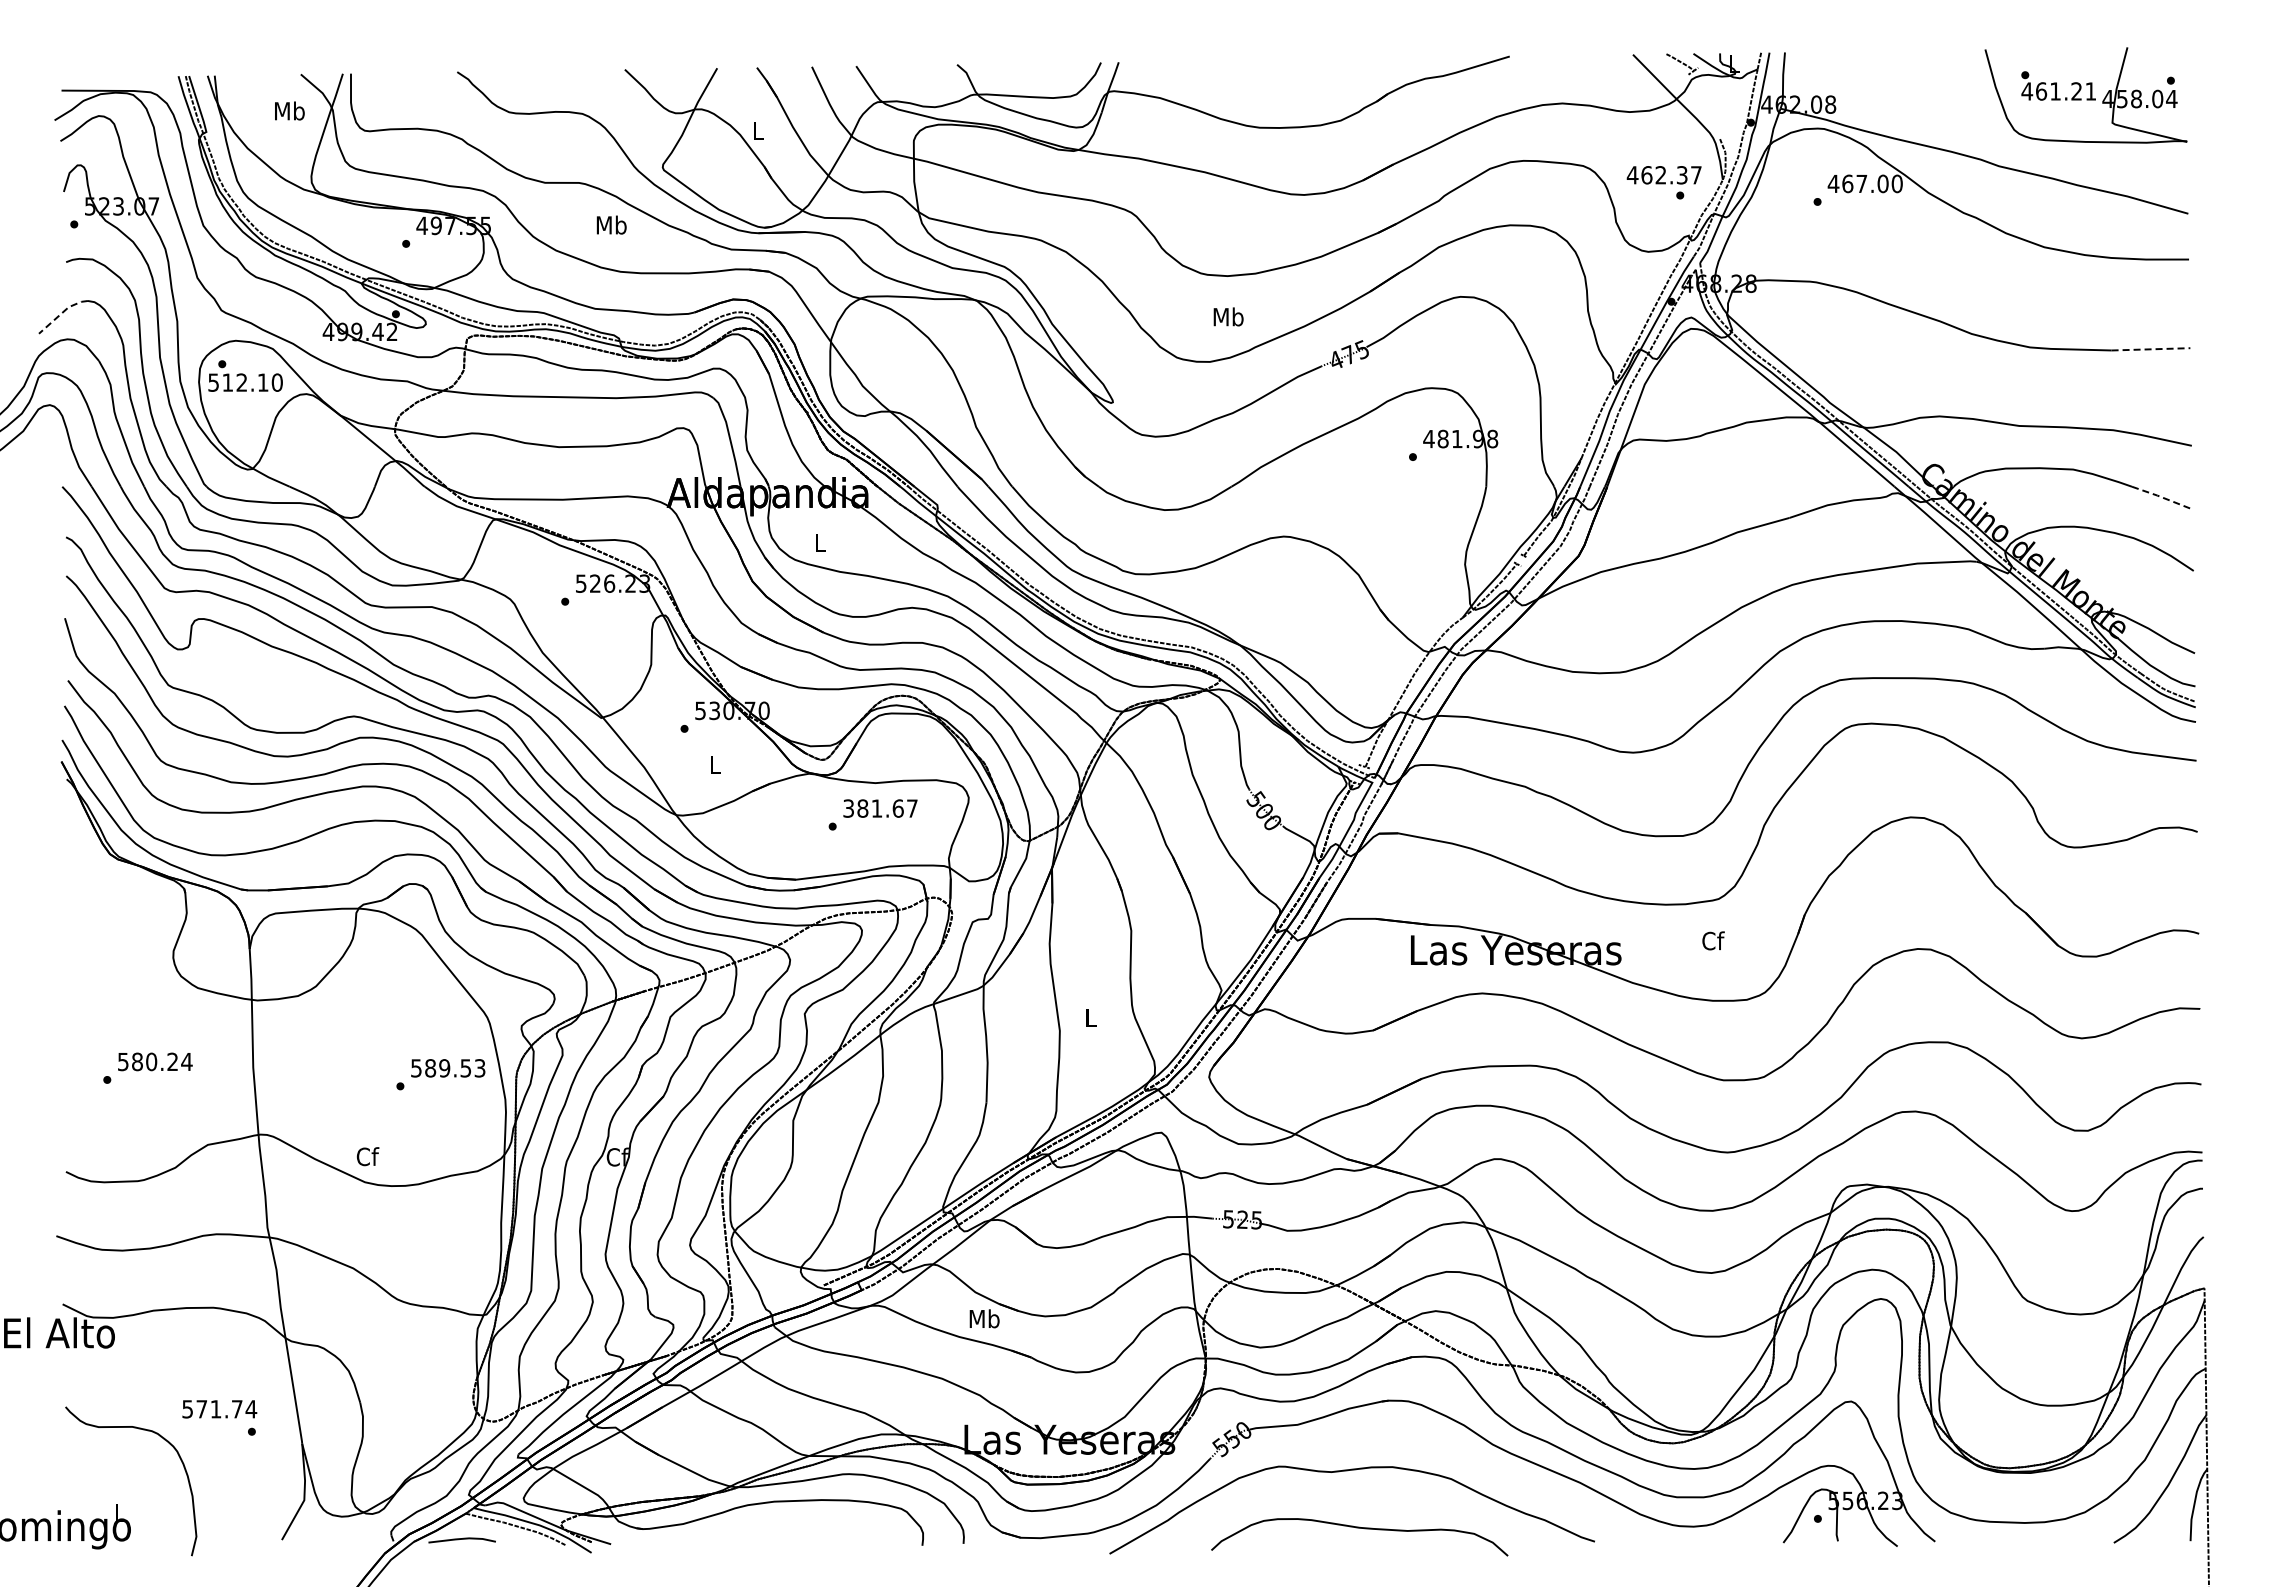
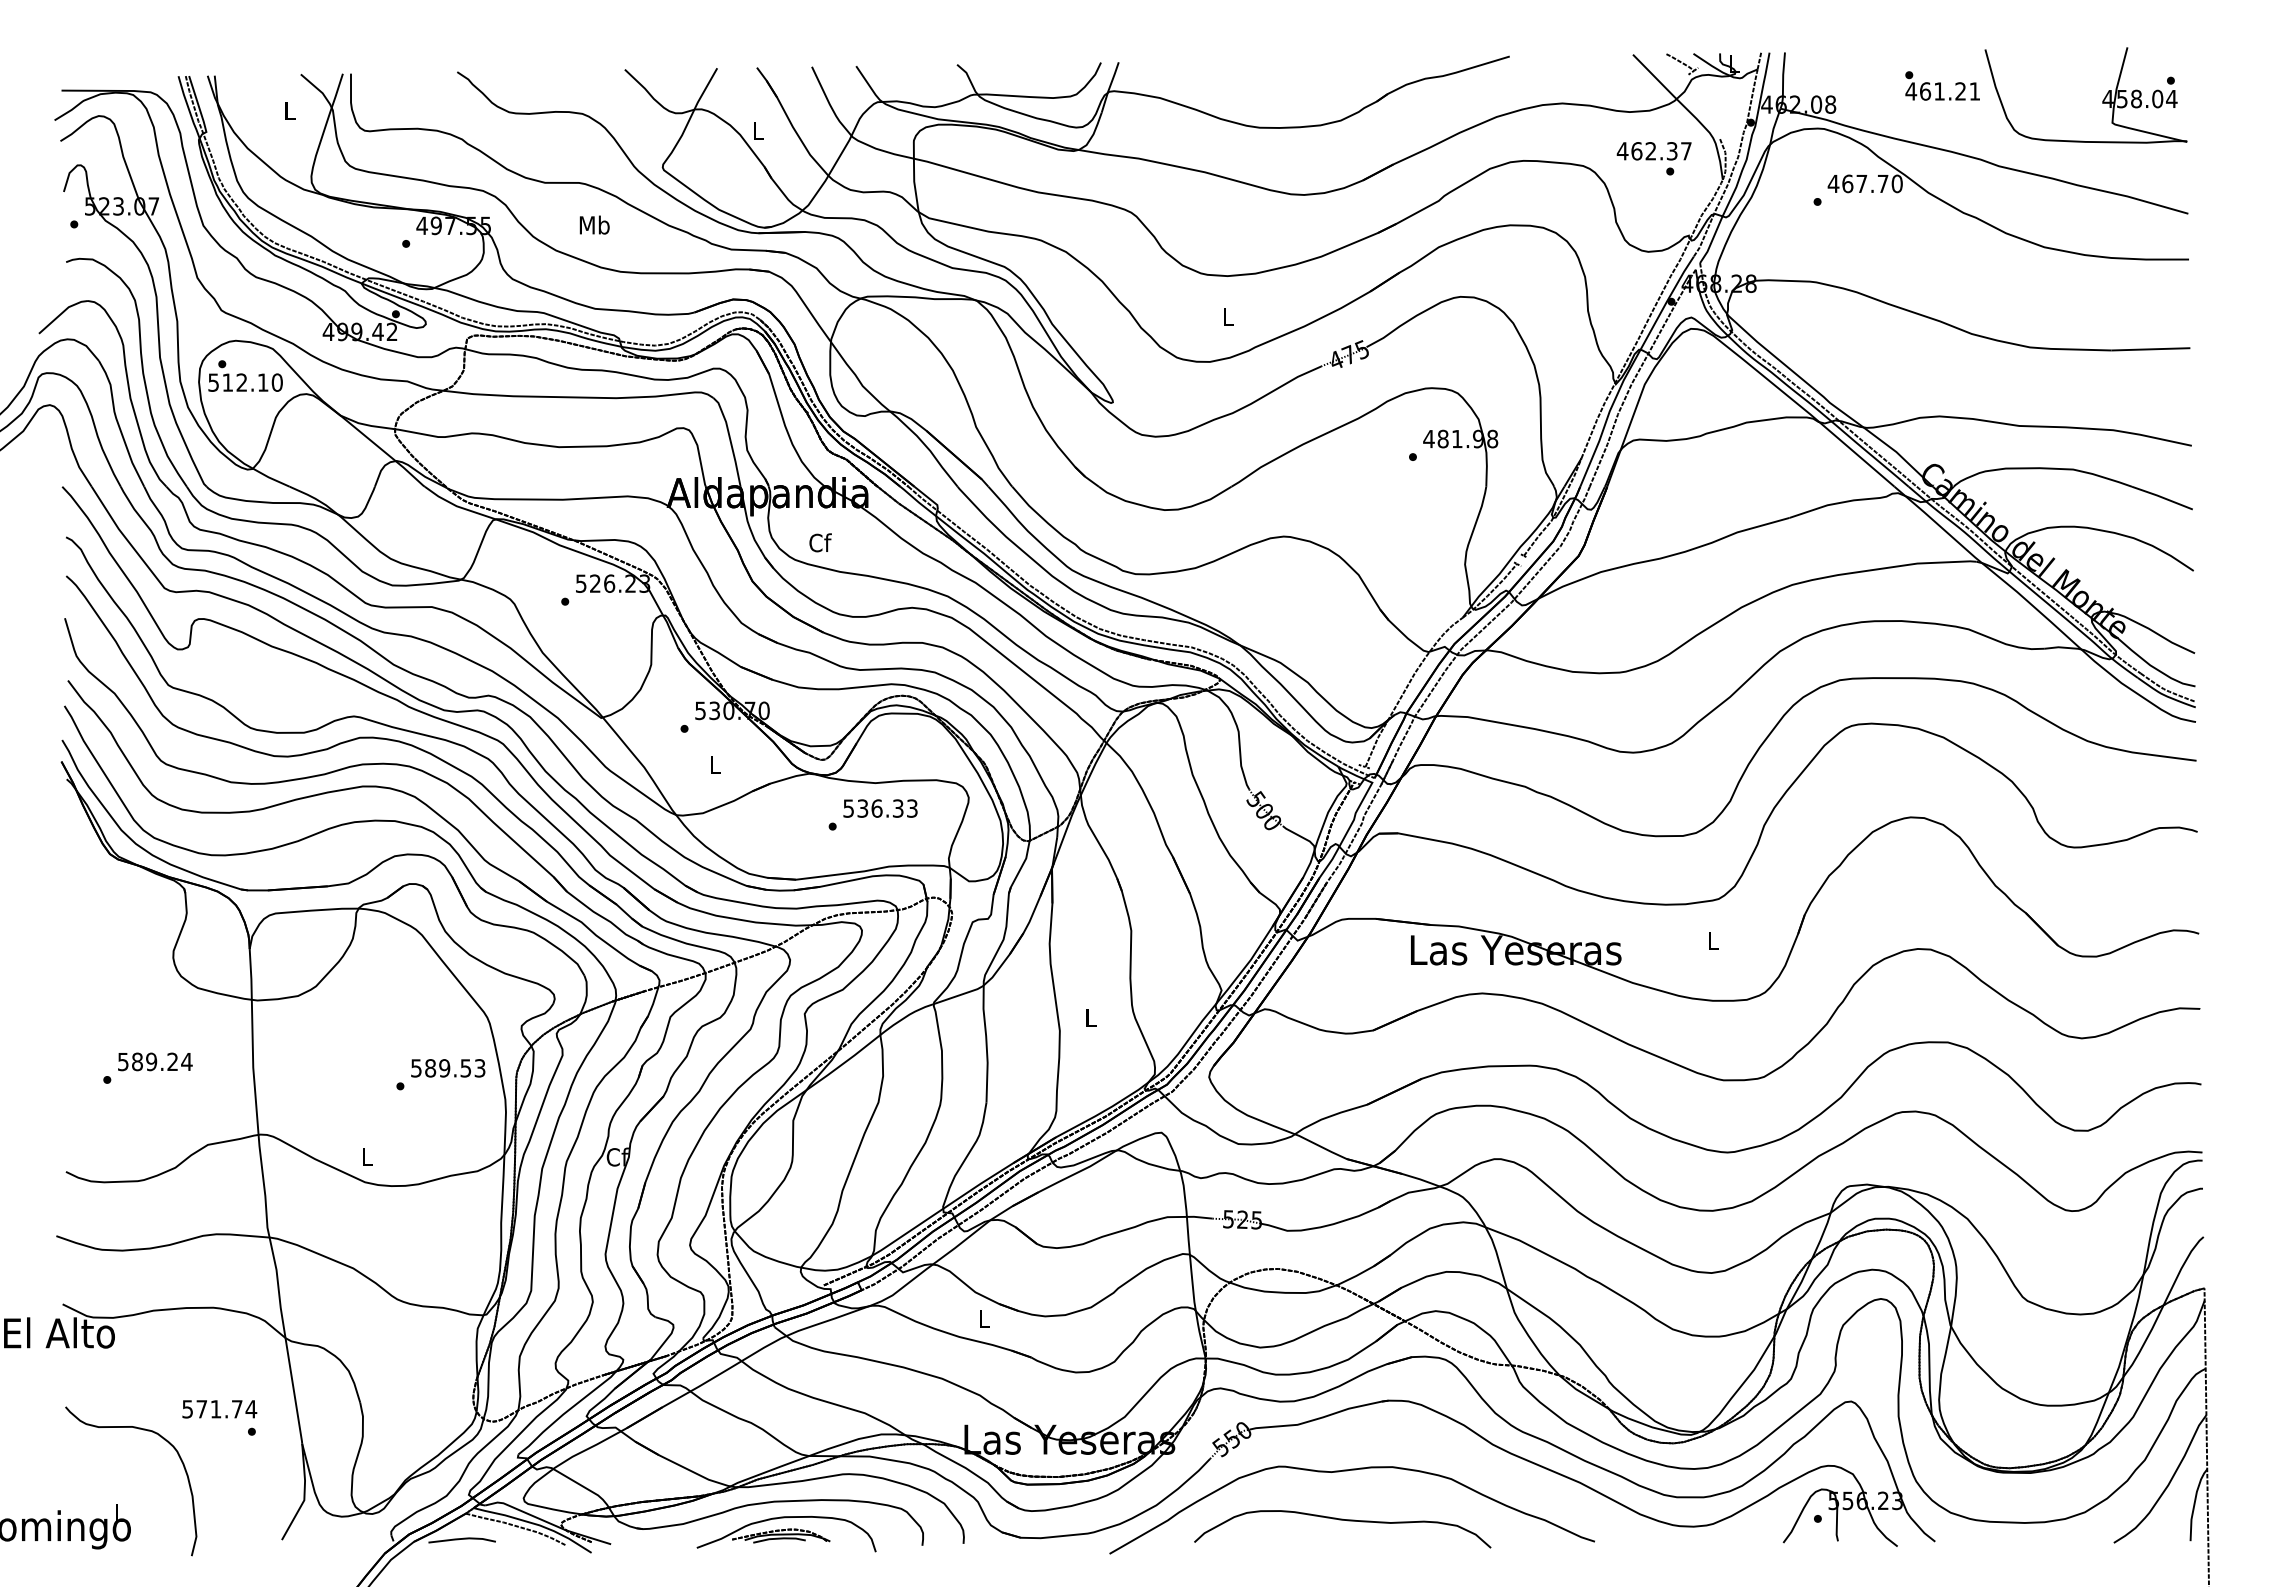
text at (2058, 85) position: (2058, 85) -> (1942, 85)
text at (289, 110): Mb -> L
text at (1663, 182) position: (1663, 182) -> (1653, 158)
text at (1882, 183): 467.00 -> 467.70
text at (611, 224) position: (611, 224) -> (594, 224)
line at (62, 313): dashed -> solid
text at (1228, 316): Mb -> L
line at (2151, 349): dashed -> solid
line at (2162, 497): dashed -> solid
text at (820, 542): L -> Cf
text at (880, 808): 381.67 -> 536.33
text at (1713, 940): Cf -> L
text at (151, 1062): 580.24 -> 589.24
text at (367, 1156): Cf -> L
text at (984, 1318): Mb -> L
curve at (1359, 1528) position: (1359, 1528) -> (1342, 1520)
part at (786, 1534): none -> present
